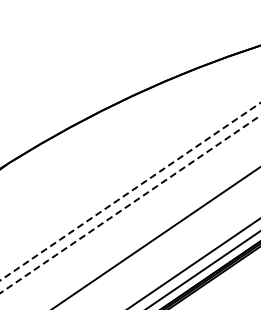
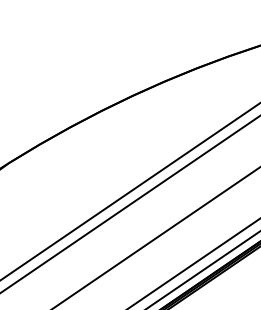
line at (130, 191): dashed -> solid
line at (129, 204): dashed -> solid
